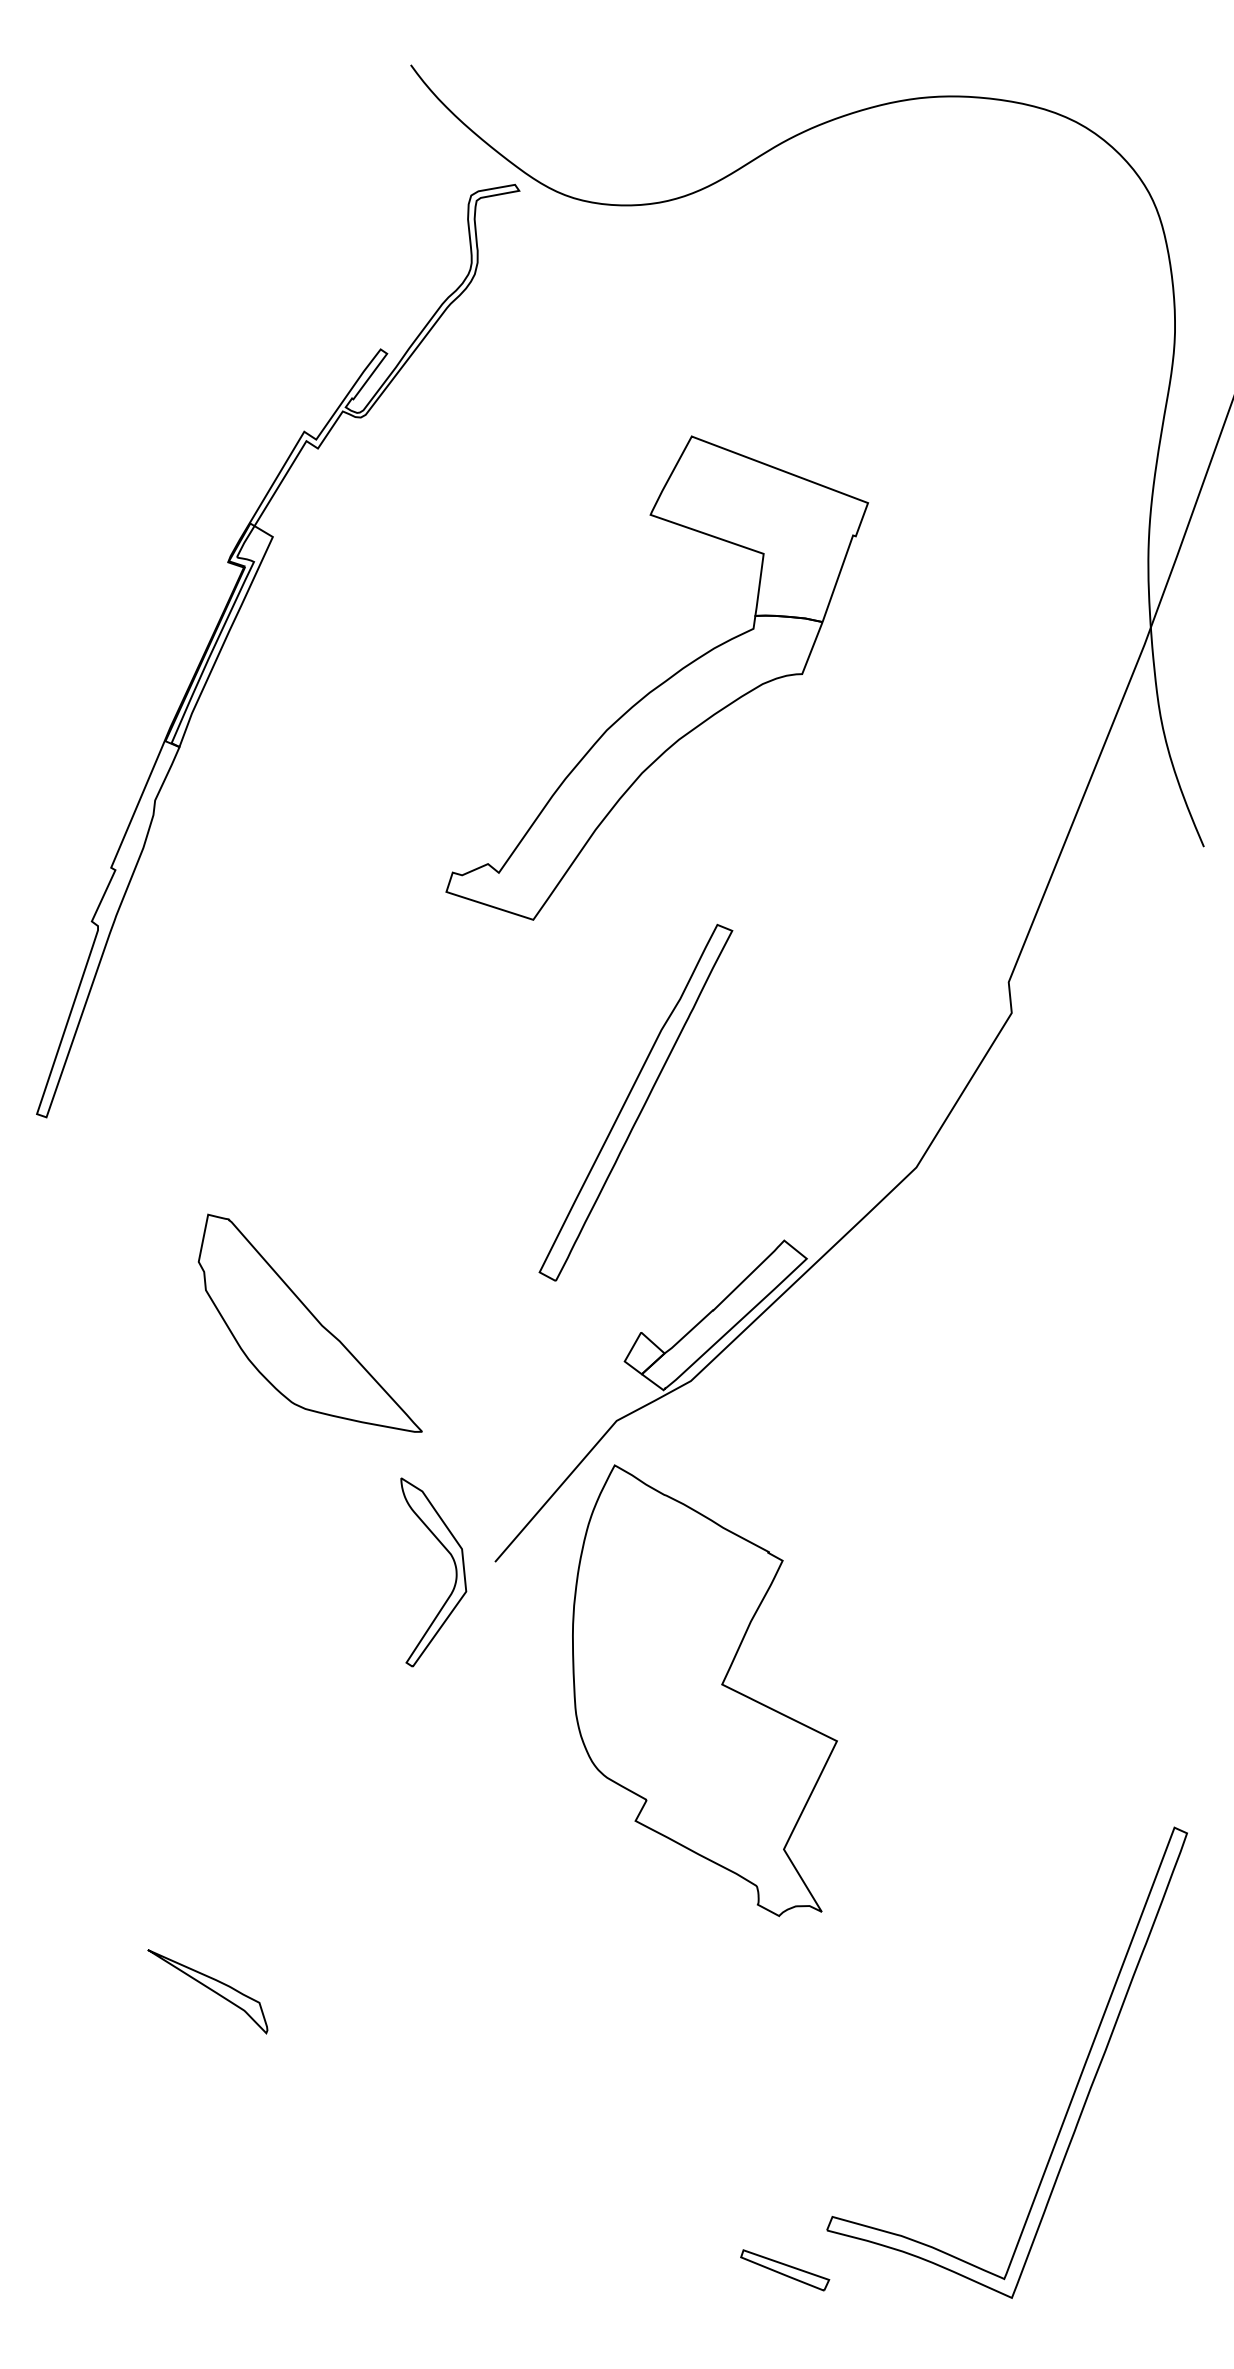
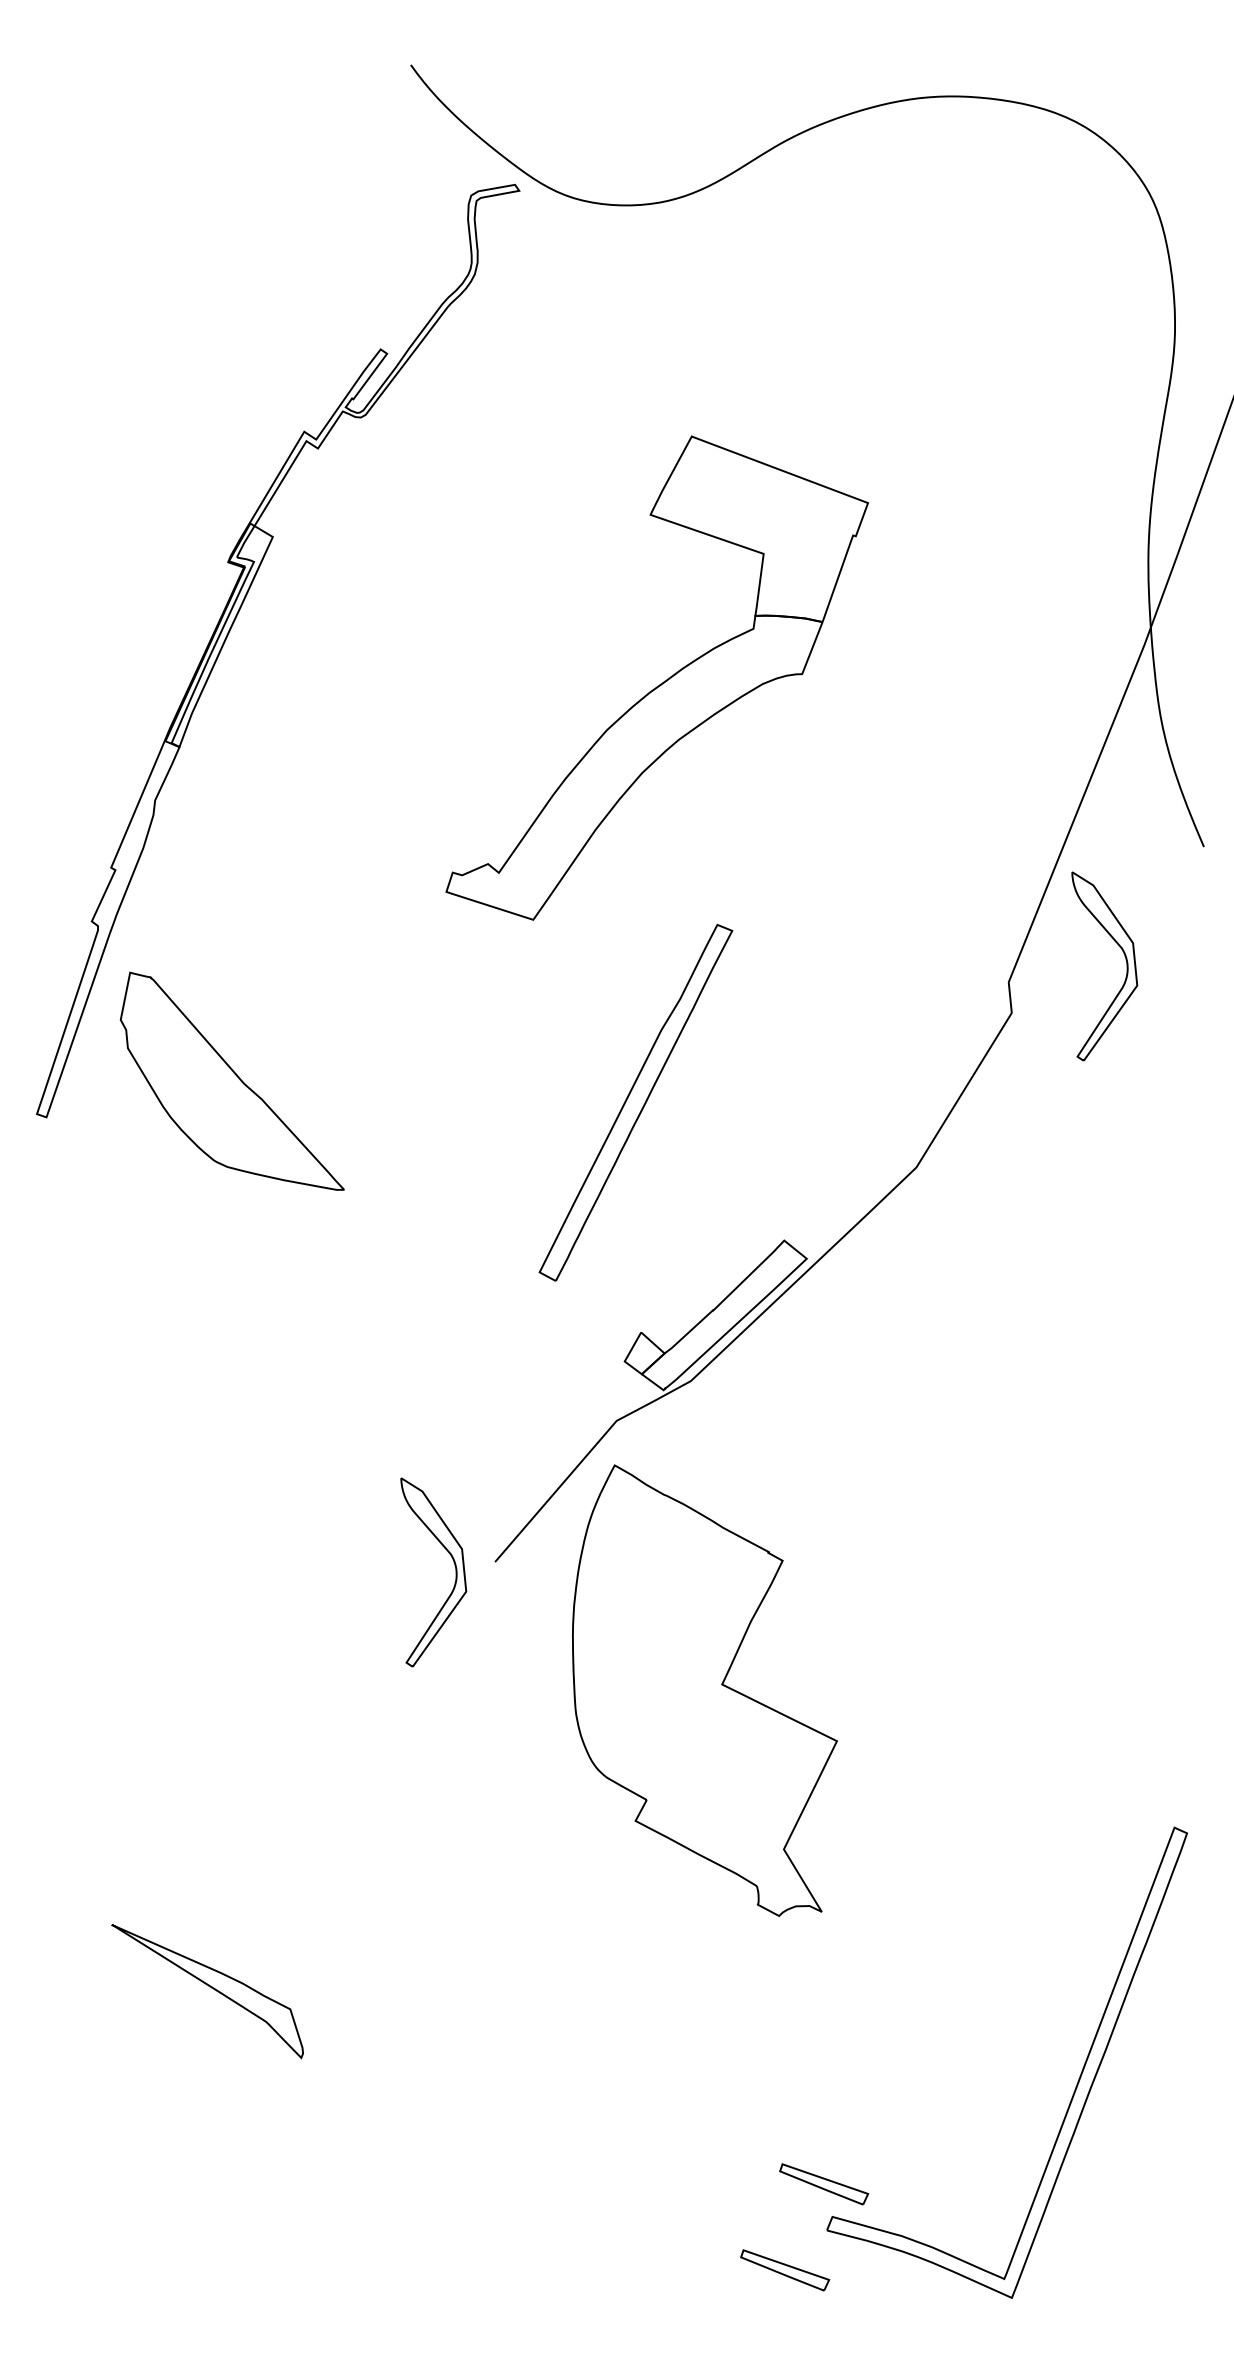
part at (1125, 960): none -> present
part at (309, 1322) position: (309, 1322) -> (231, 1080)
part at (207, 1991) size: 122x86 px -> 193x136 px
part at (824, 2184): none -> present
